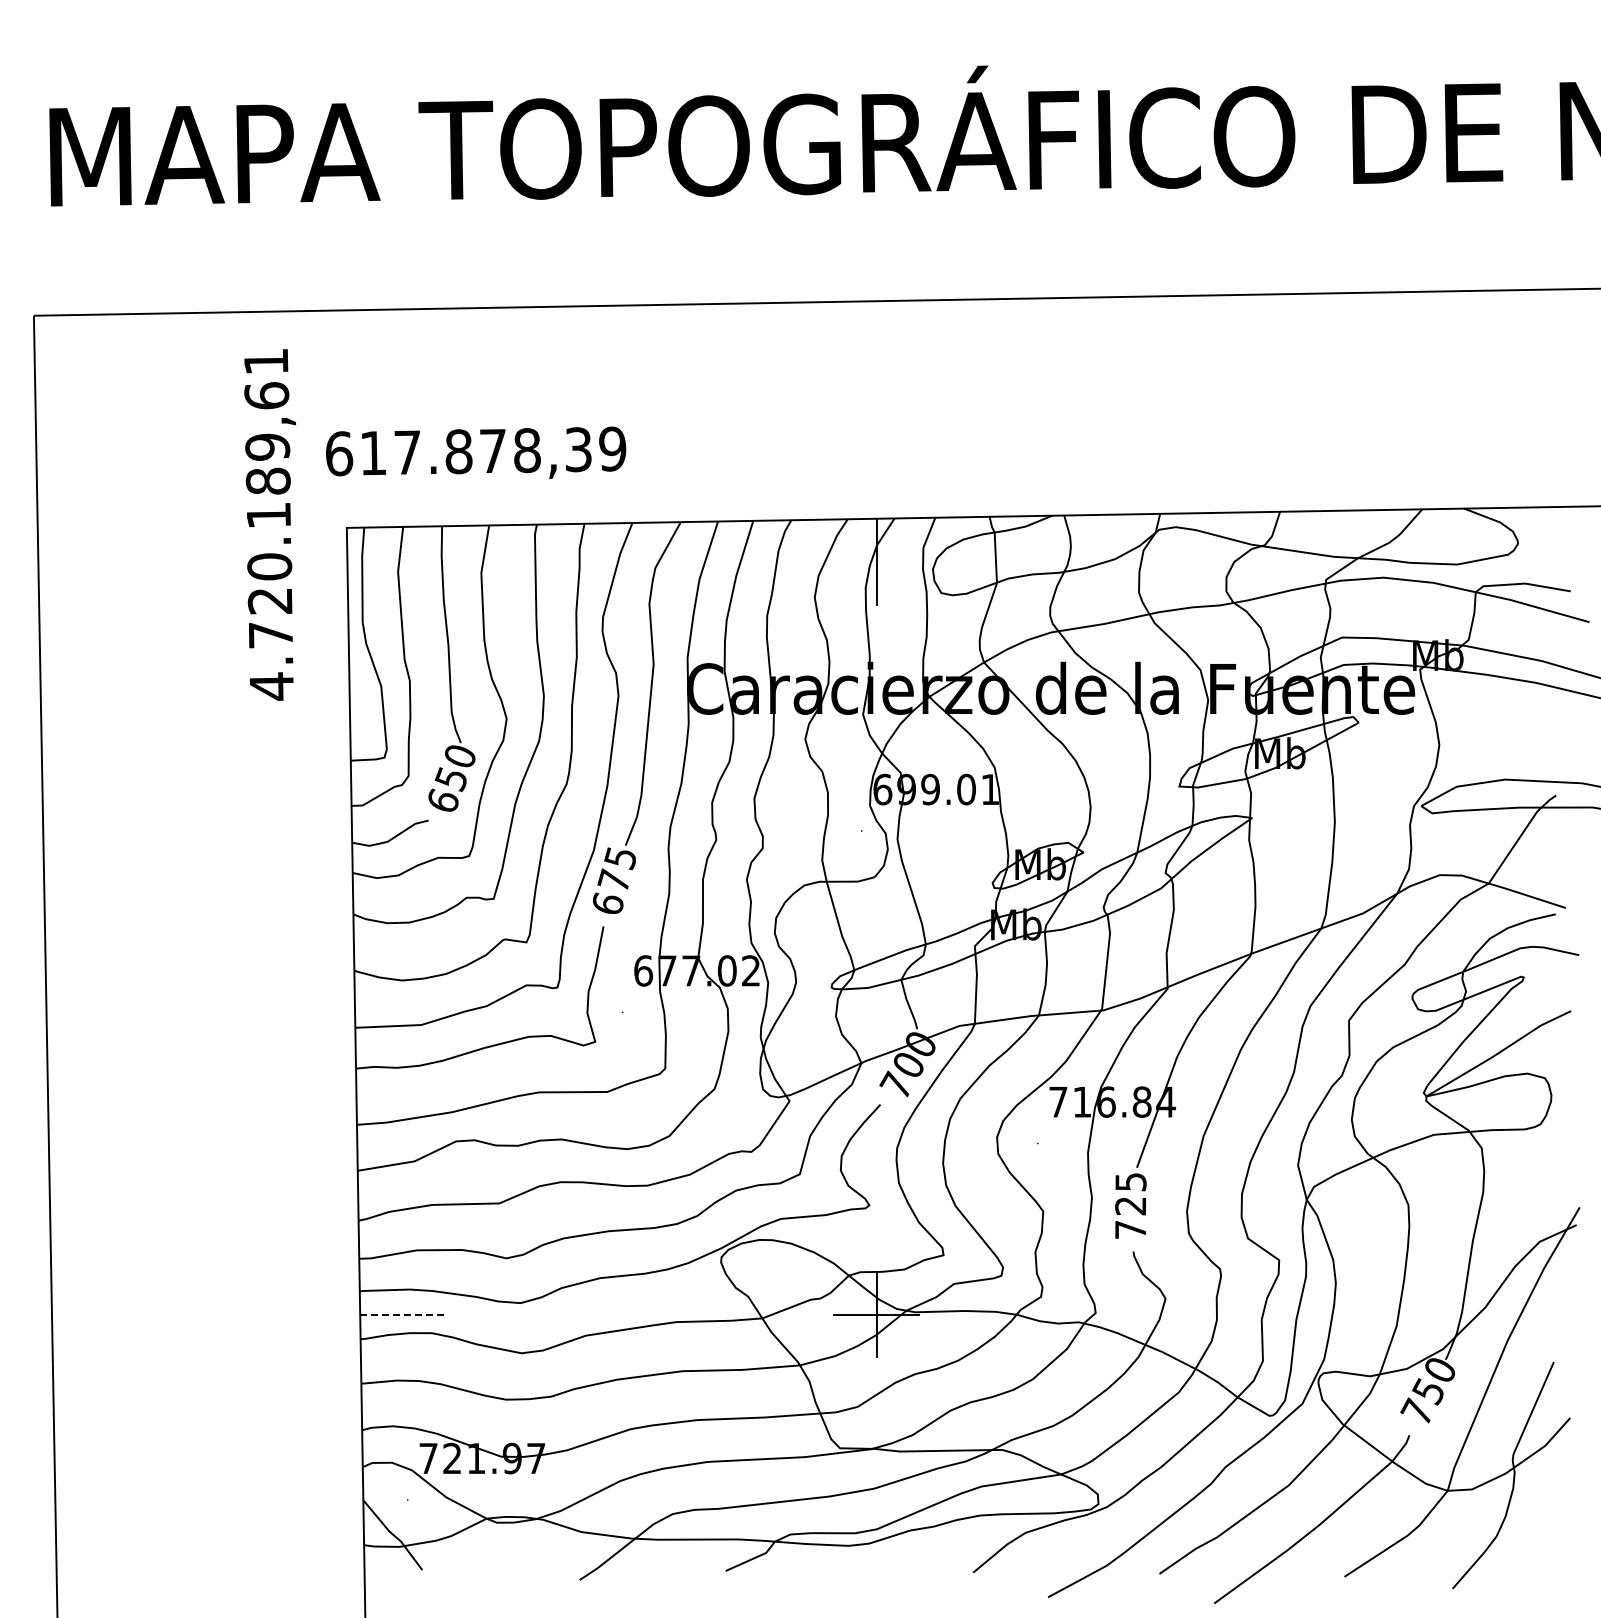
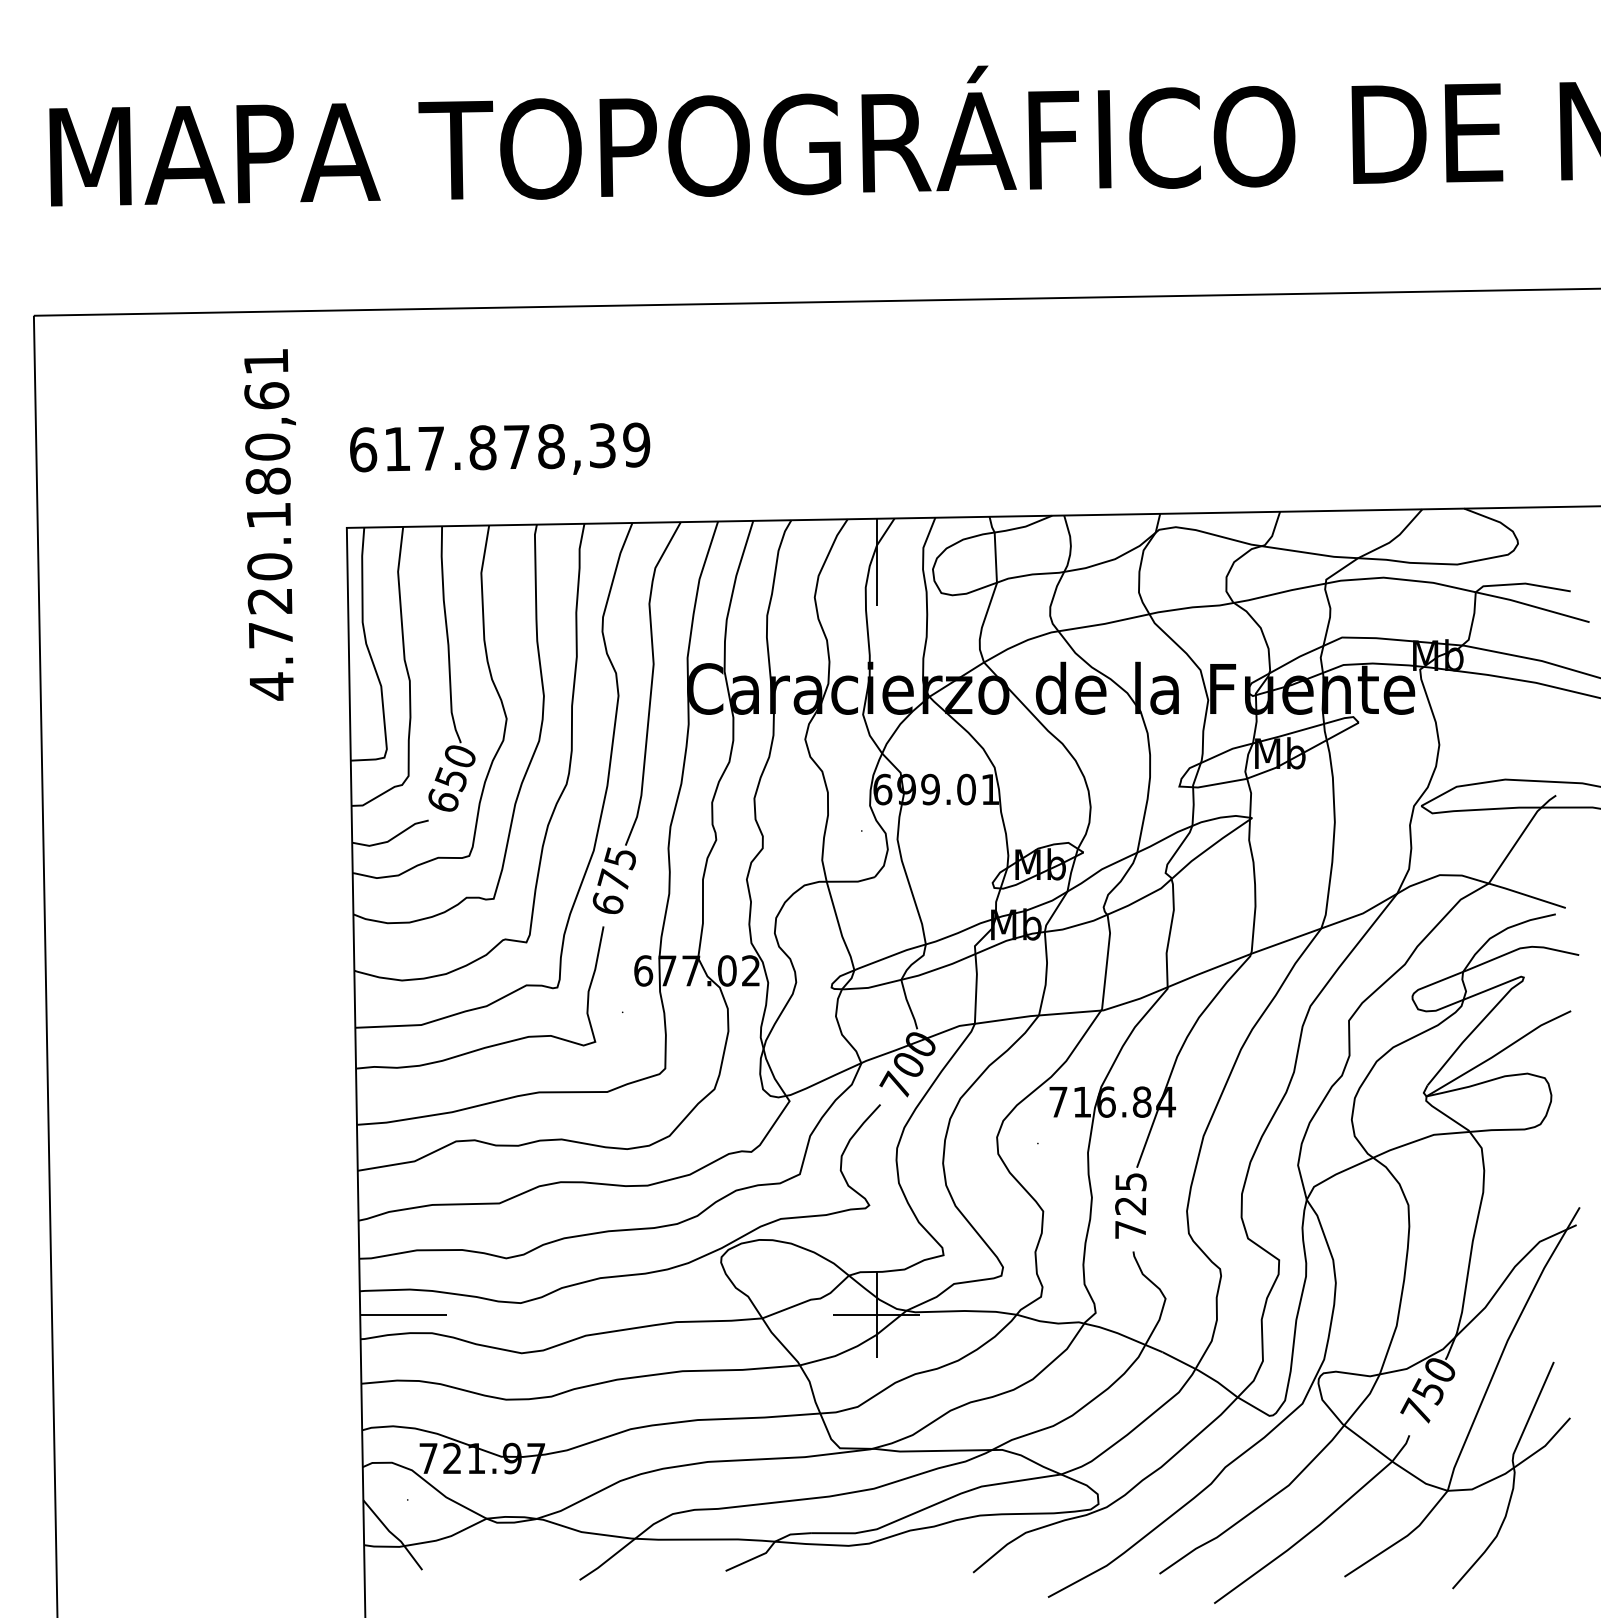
text at (267, 446): 4.720.189,61 -> 4.720.180,61
text at (476, 452) position: (476, 452) -> (500, 448)
line at (403, 1314): dashed -> solid
